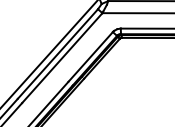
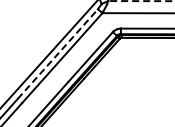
line at (141, 1): solid -> dashed
line at (58, 53): solid -> dashed
